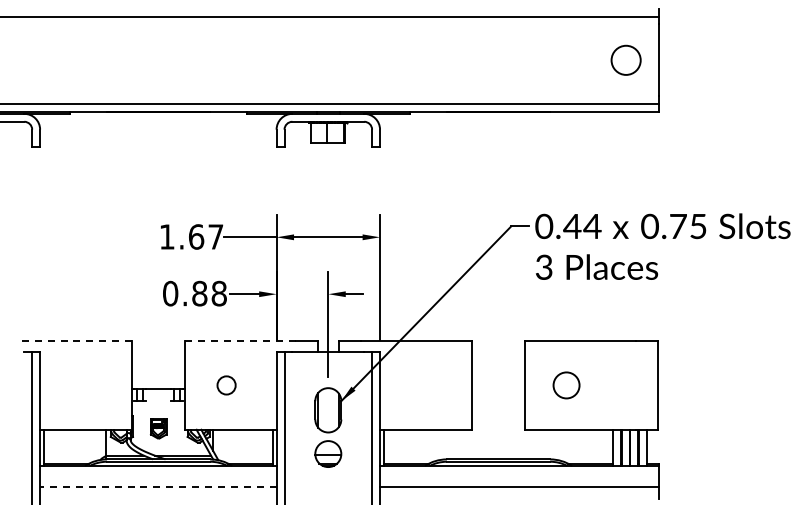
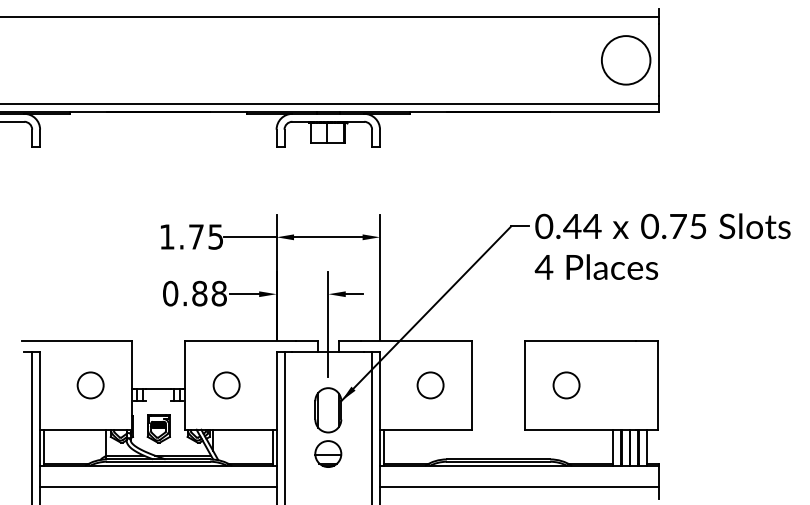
circle at (625, 59) diameter: 29 px -> 49 px
text at (206, 236): 1.67 -> 1.75
text at (543, 266): 3 -> 4
line at (76, 341): dashed -> solid
line at (241, 341): dashed -> solid
circle at (90, 385): none -> present
circle at (226, 385) size: 21x21 px -> 29x29 px
circle at (430, 385): none -> present
part at (158, 428) size: 19x22 px -> 25x30 px
line at (157, 486): dashed -> solid
